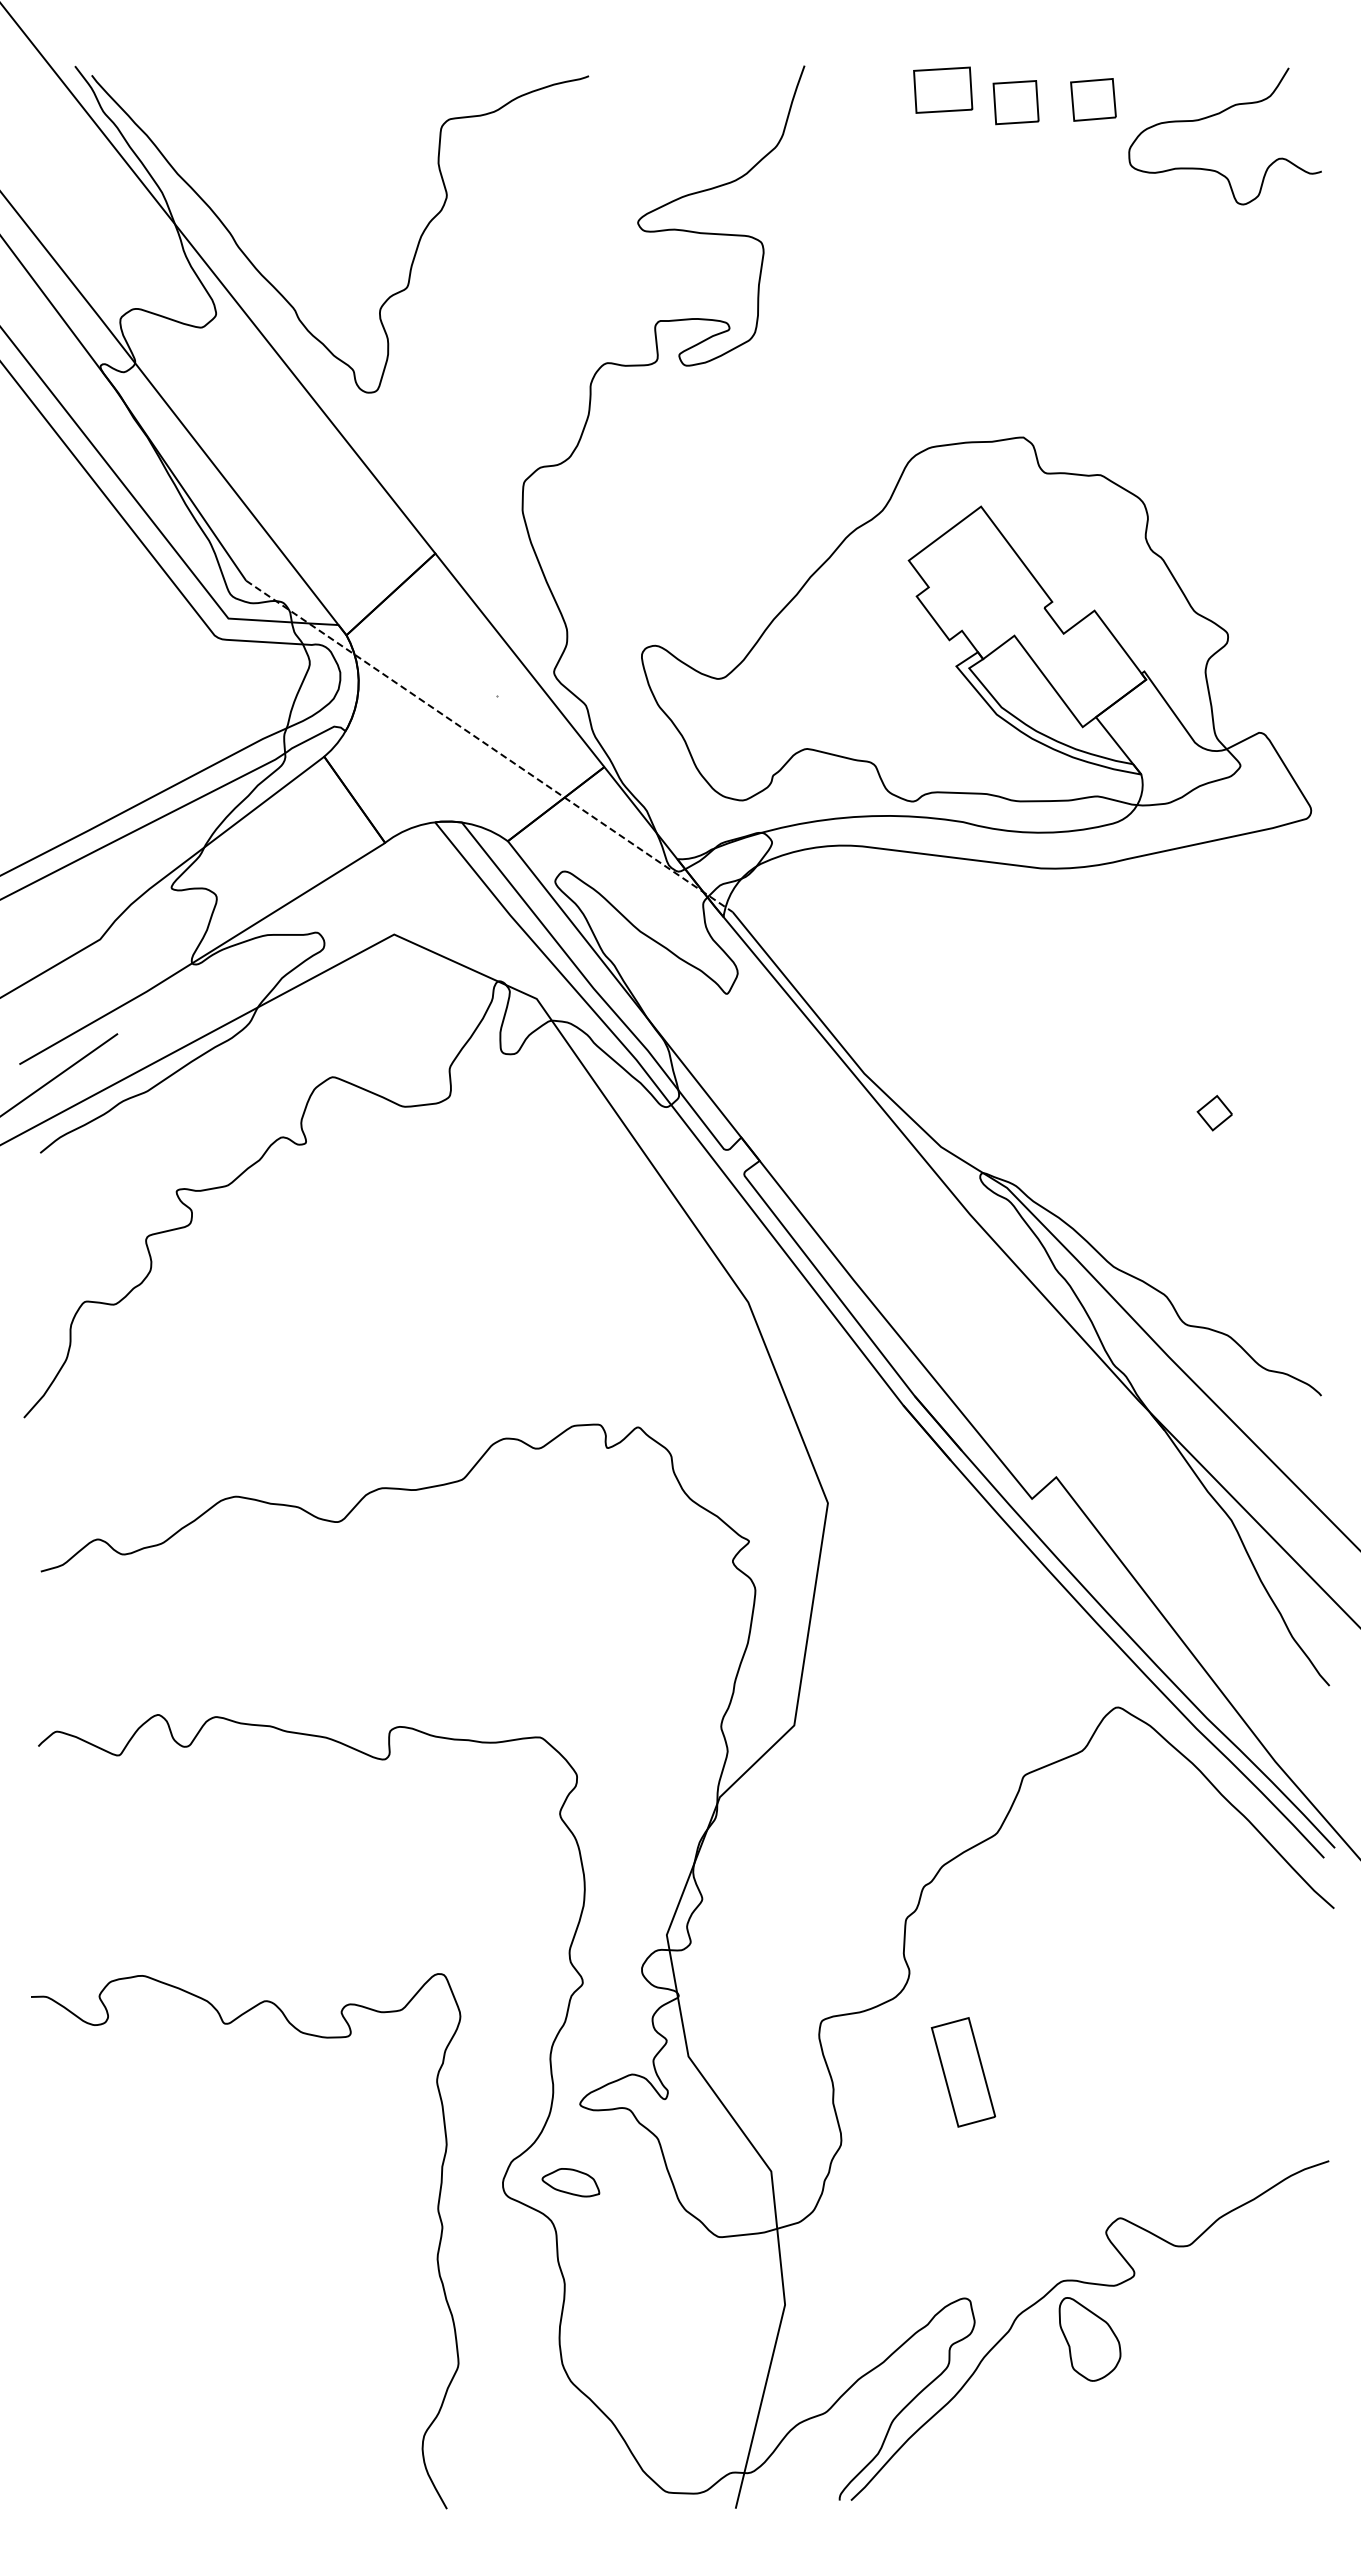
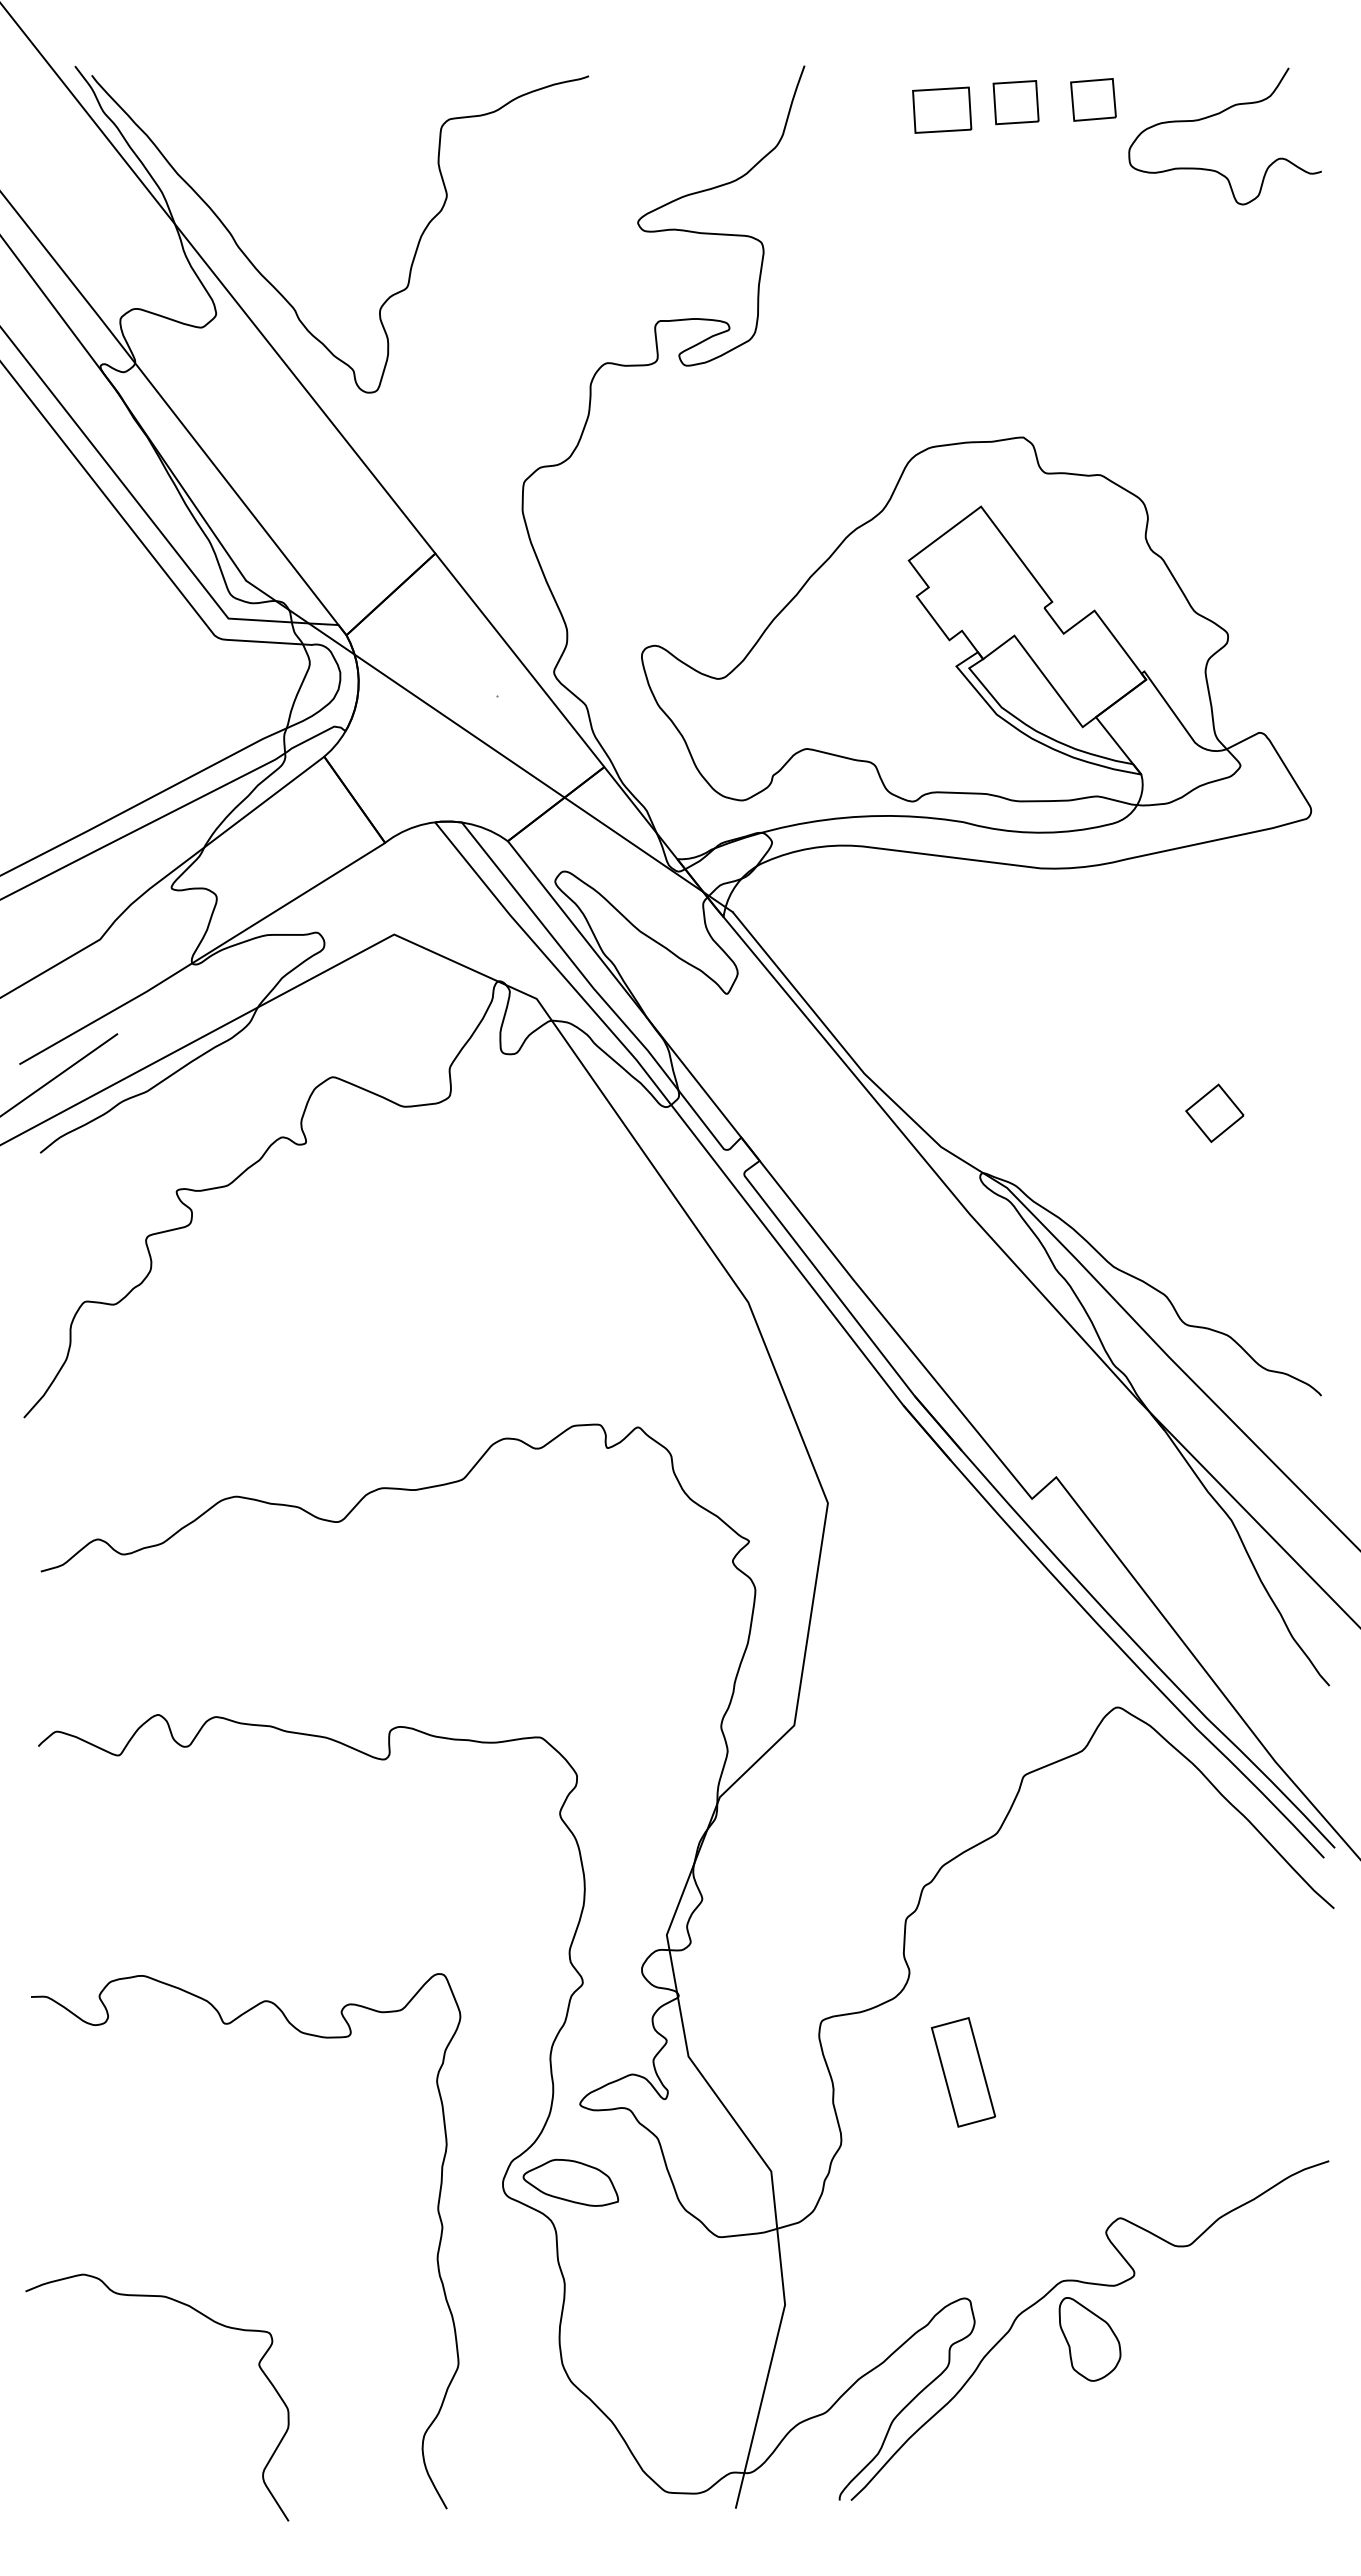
part at (943, 89) position: (943, 89) -> (942, 109)
line at (489, 746): dashed -> solid
part at (1214, 1113) size: 37x37 px -> 60x60 px
part at (570, 2182) size: 60x30 px -> 98x49 px
curve at (205, 2317): none -> present
